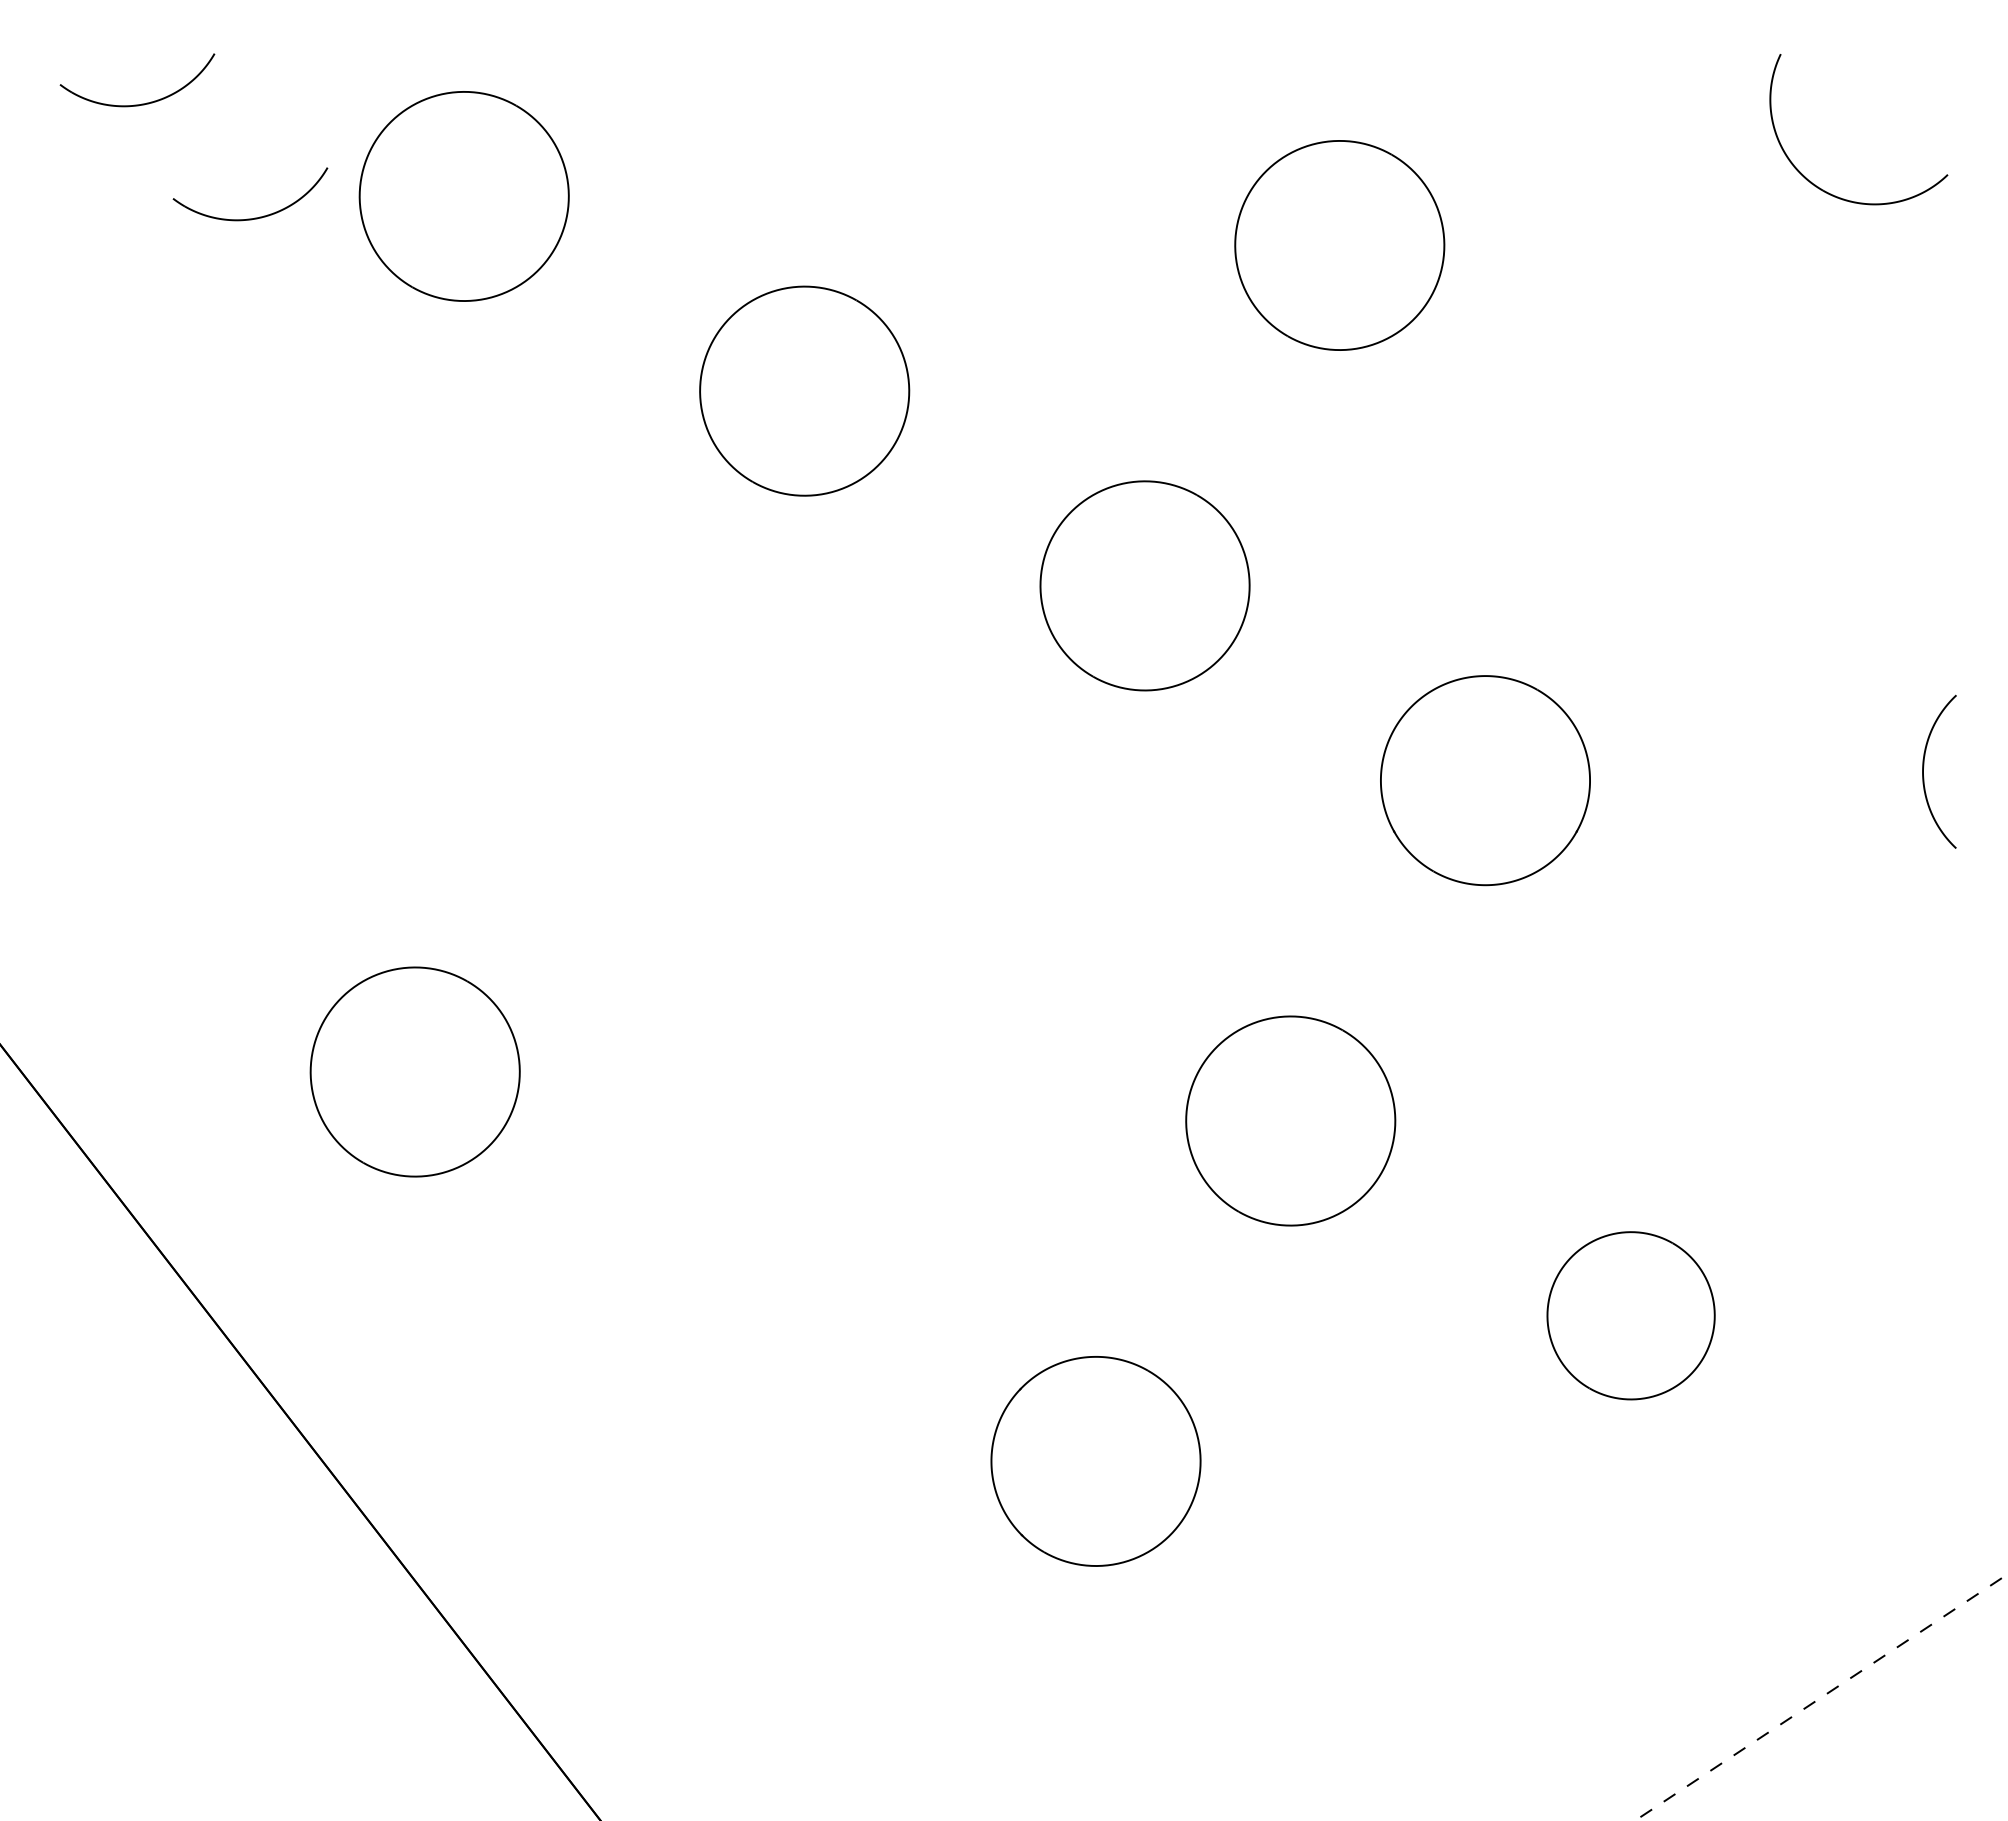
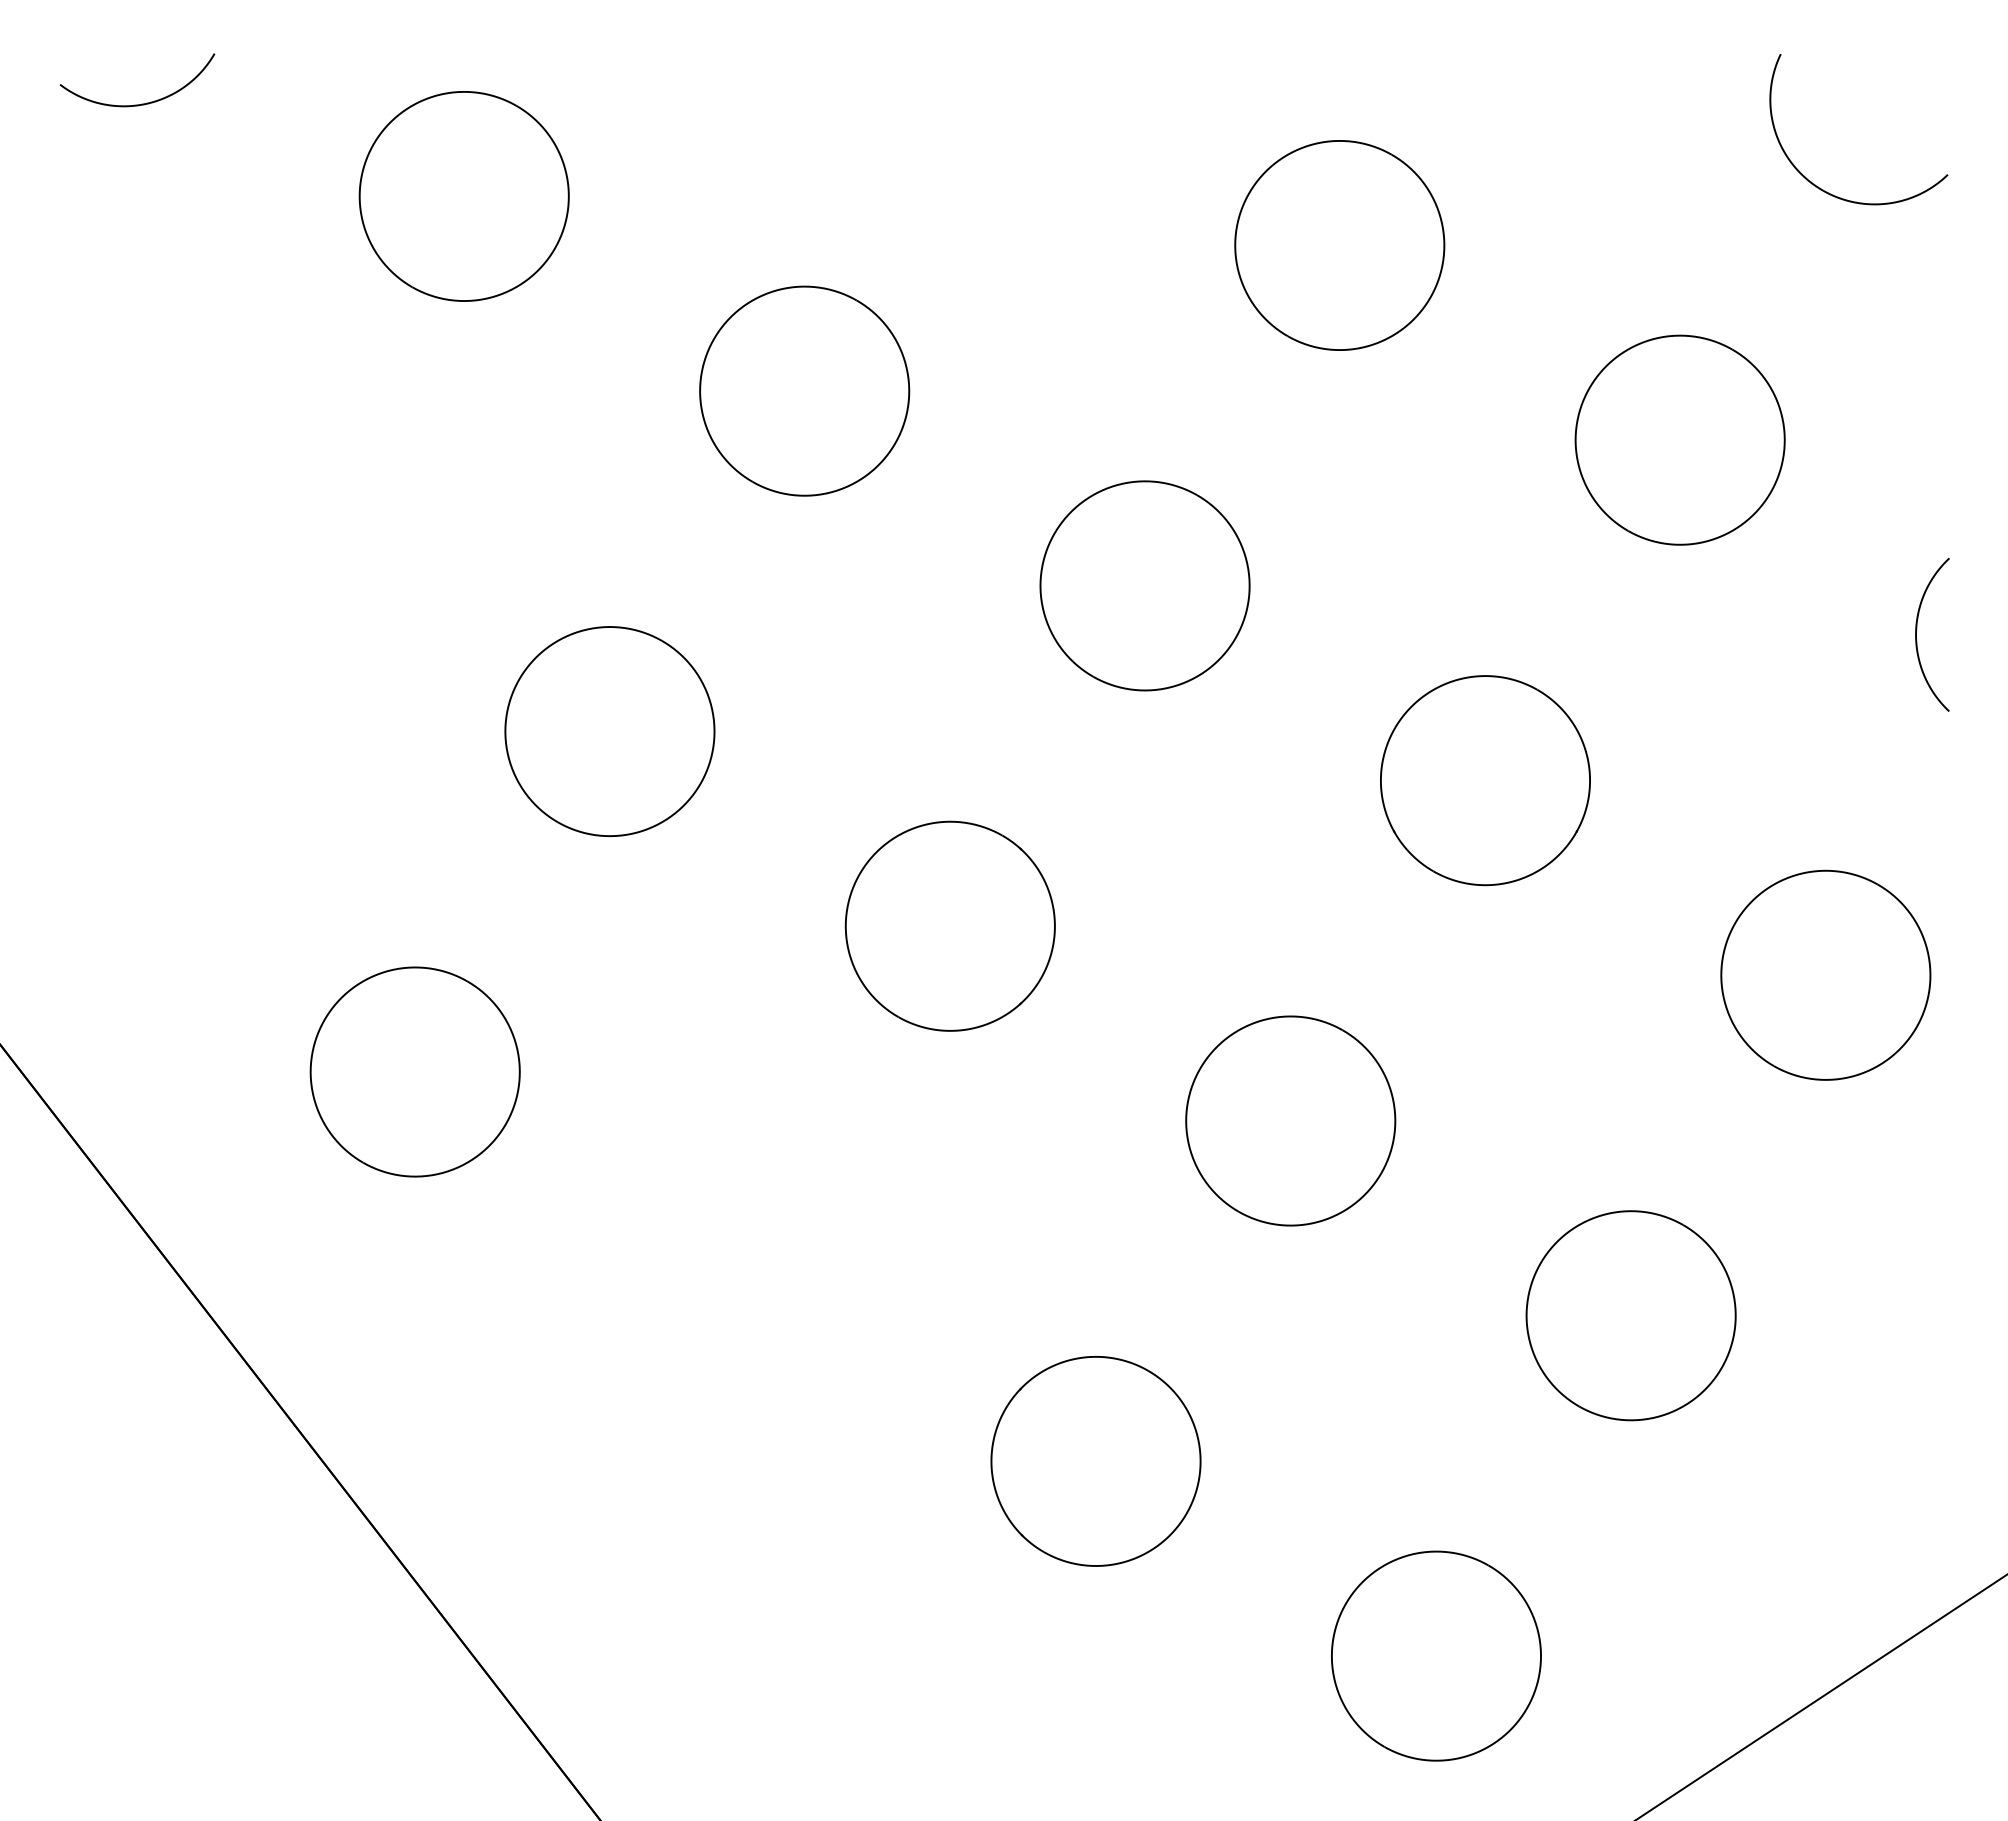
part at (254, 217): present -> none
part at (1679, 439): none -> present
part at (609, 731): none -> present
curve at (1924, 766) position: (1924, 766) -> (1917, 629)
part at (949, 925): none -> present
part at (1825, 974): none -> present
part at (1630, 1315) size: 170x170 px -> 212x212 px
part at (1436, 1655): none -> present
line at (1821, 1697): dashed -> solid
